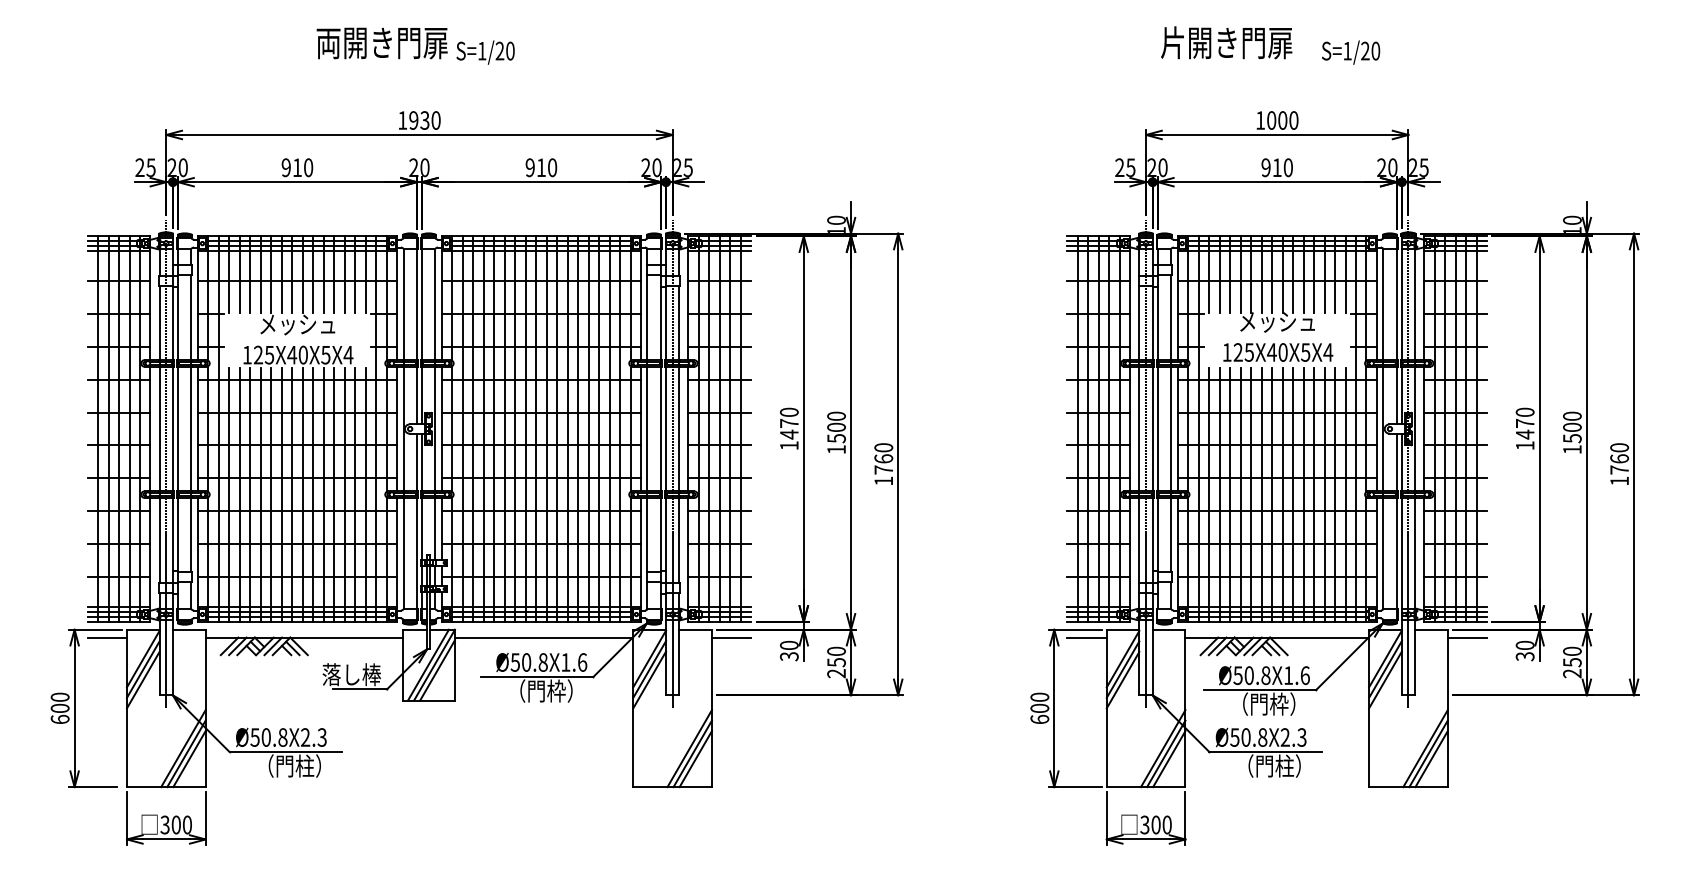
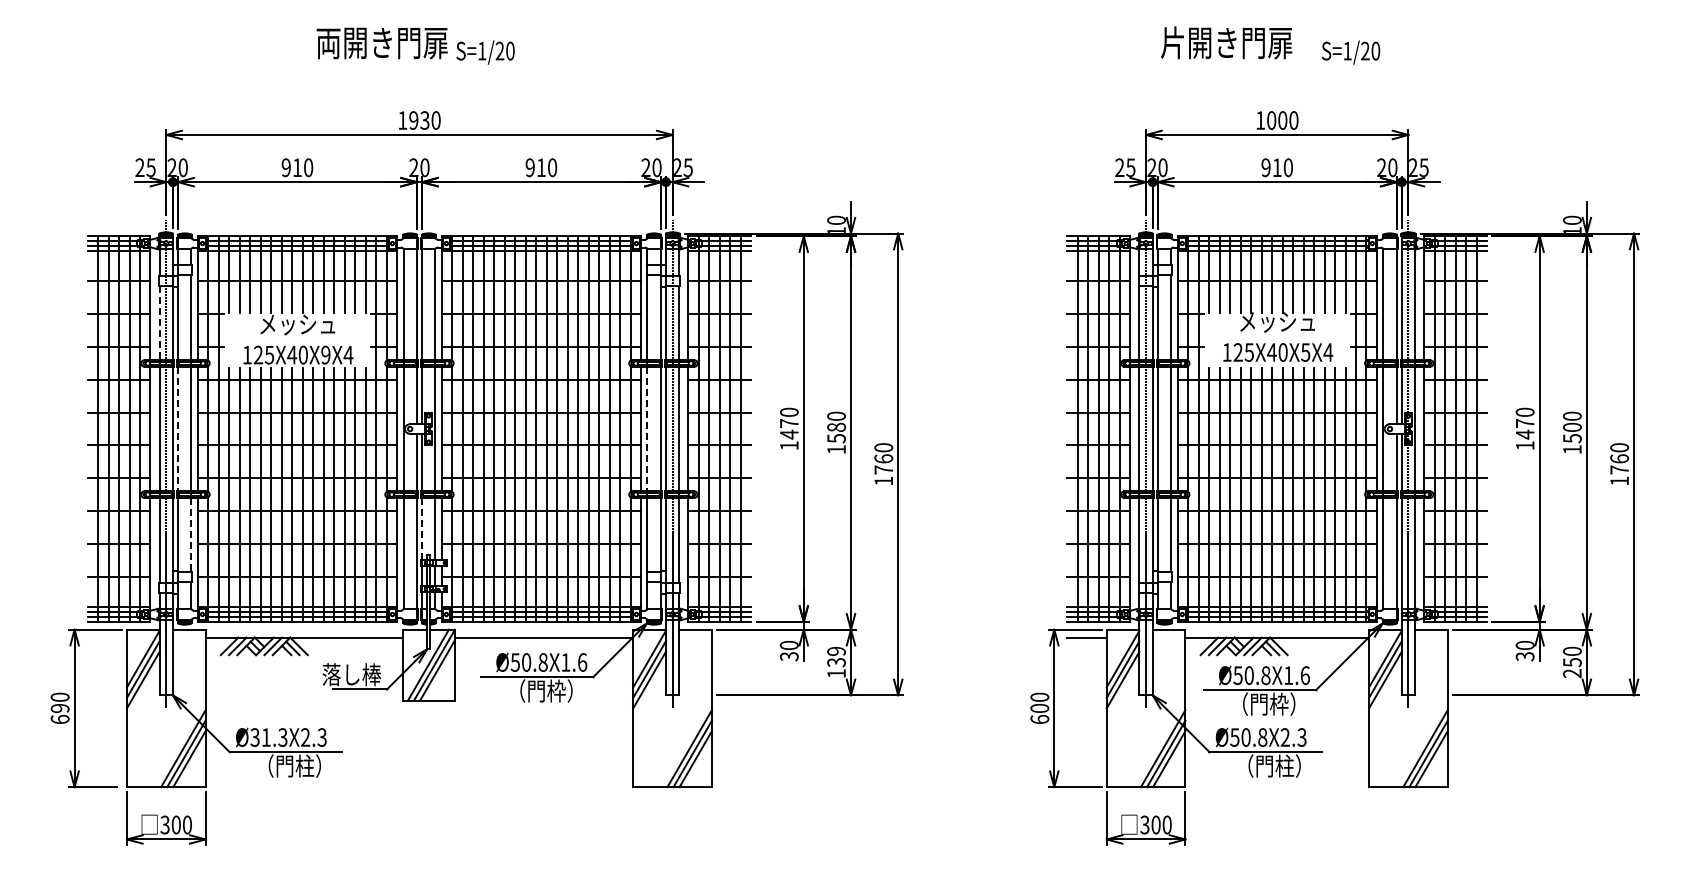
line at (159, 323): solid -> dashed
text at (325, 354): 125X40X5X4 -> 125X40X9X4
text at (836, 426): 1500 -> 1580
line at (178, 429): solid -> dashed
line at (647, 429): solid -> dashed
line at (422, 528): solid -> dashed
line at (191, 534): solid -> dashed
line at (106, 637): present -> none
line at (731, 637): present -> none
line at (1467, 637): present -> none
text at (836, 662): 250 -> 139
text at (59, 707): 600 -> 690
text at (269, 737): Ø50.8X2.3 -> Ø31.3X2.3
